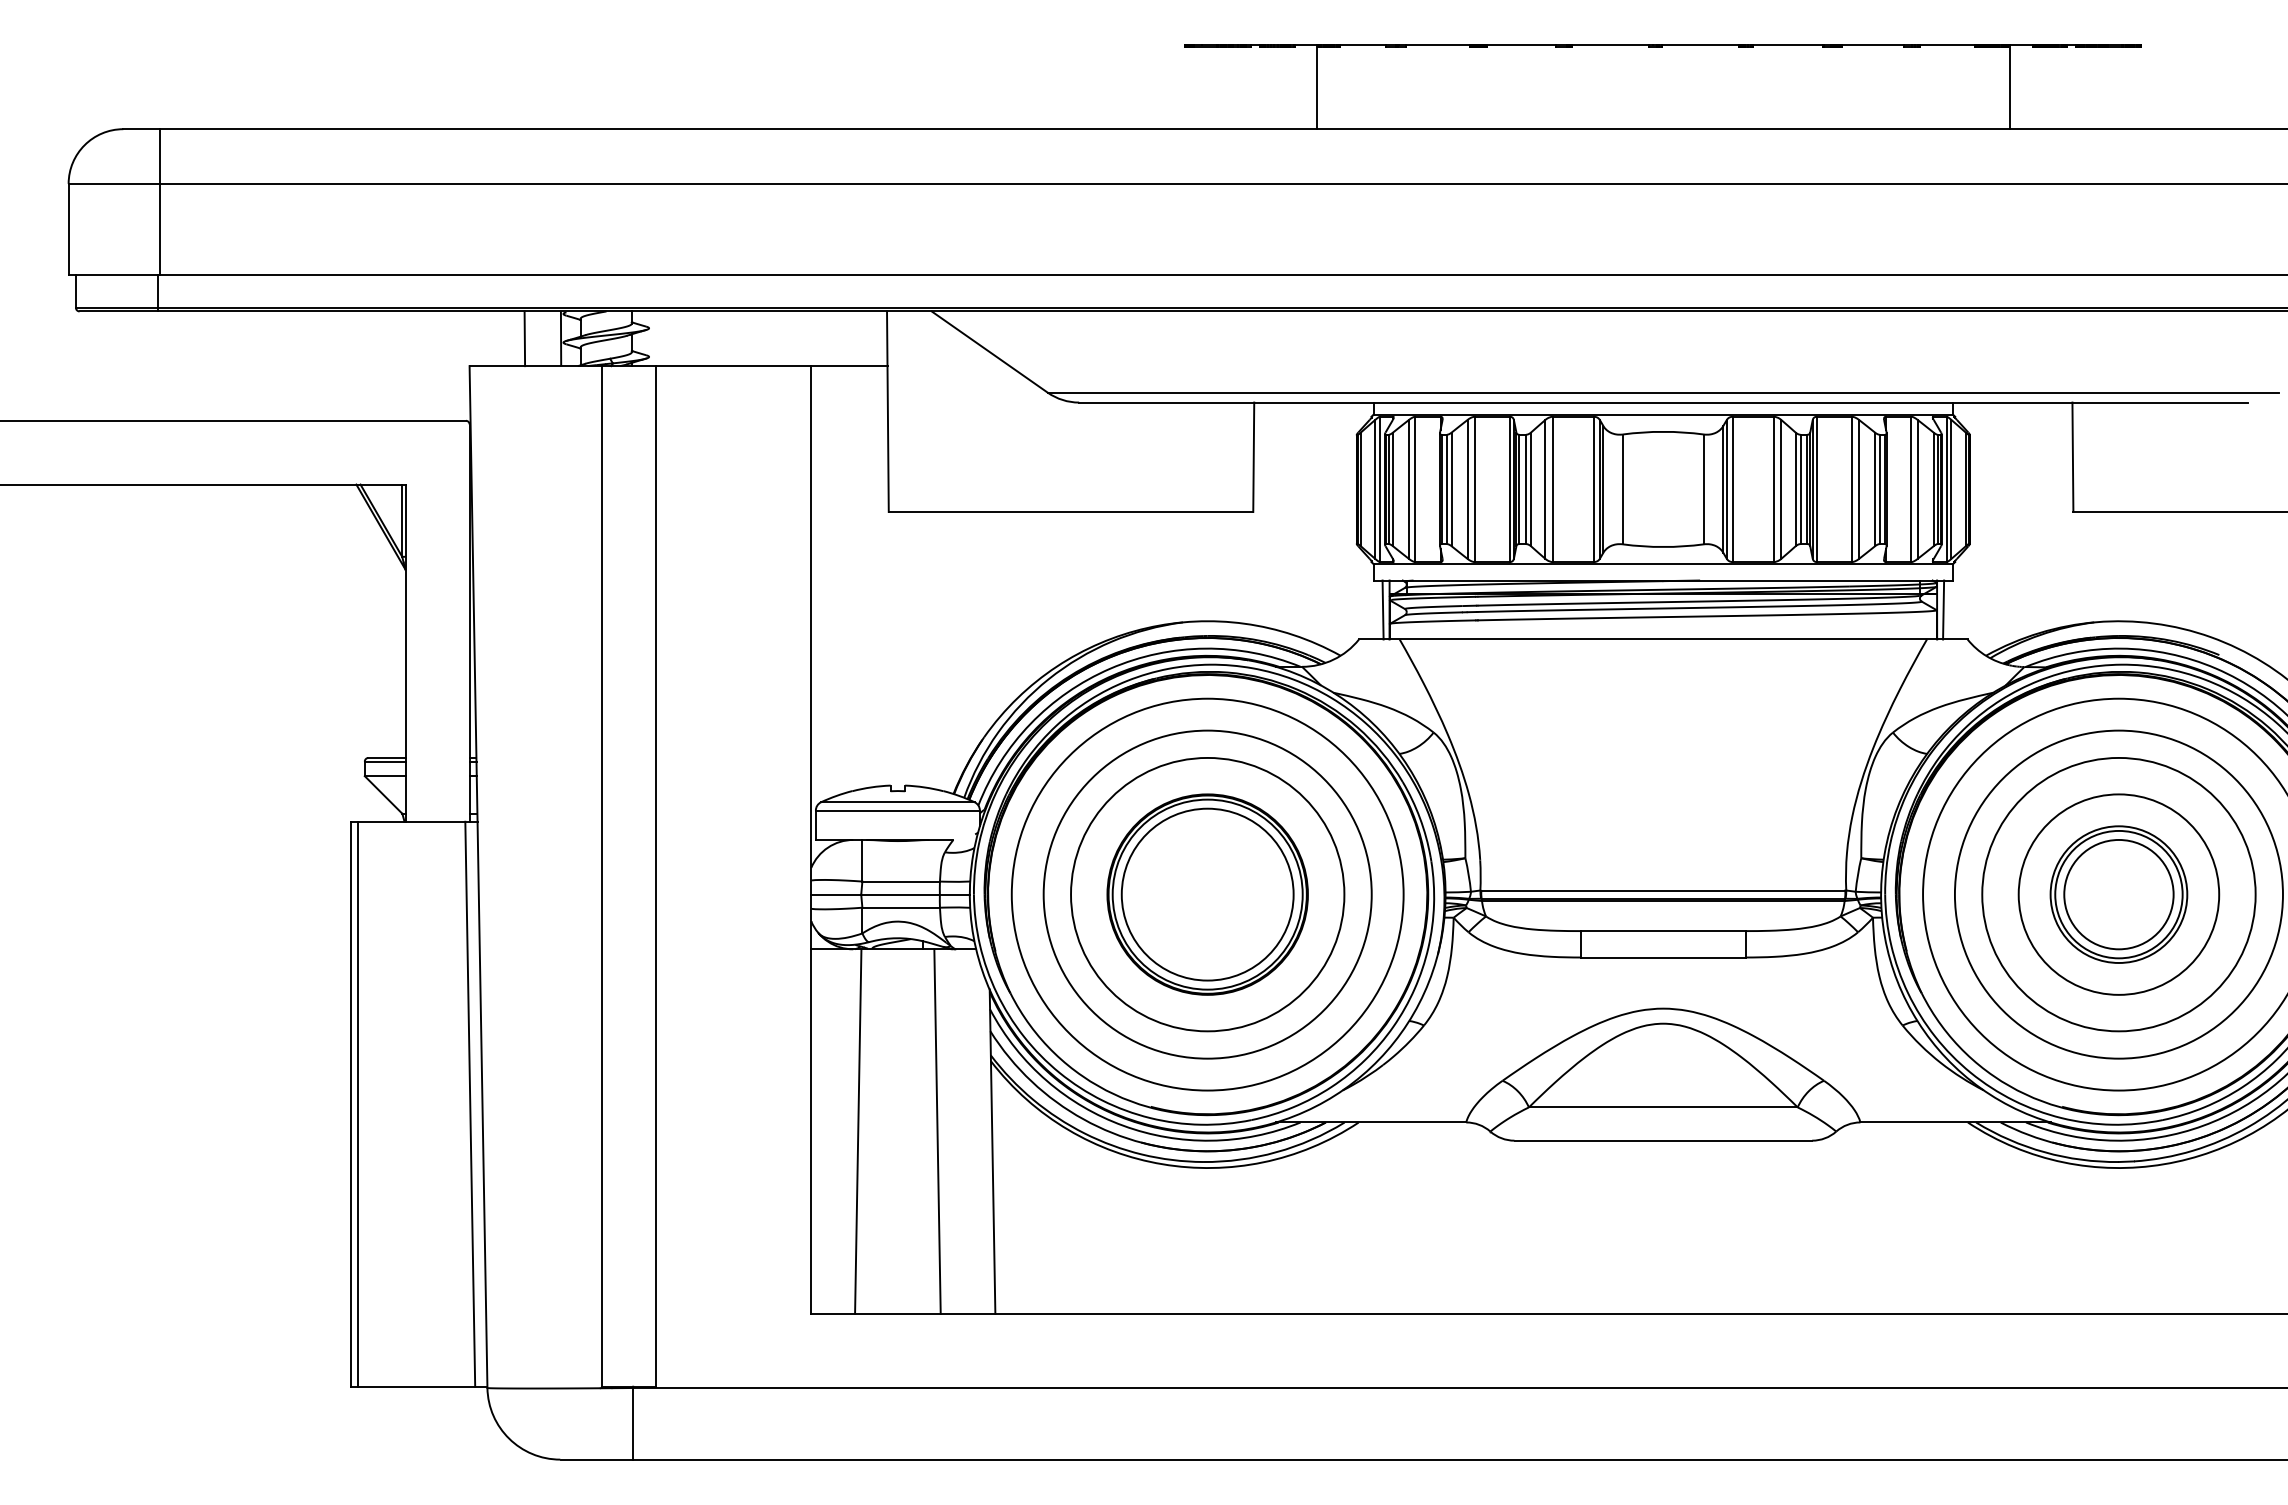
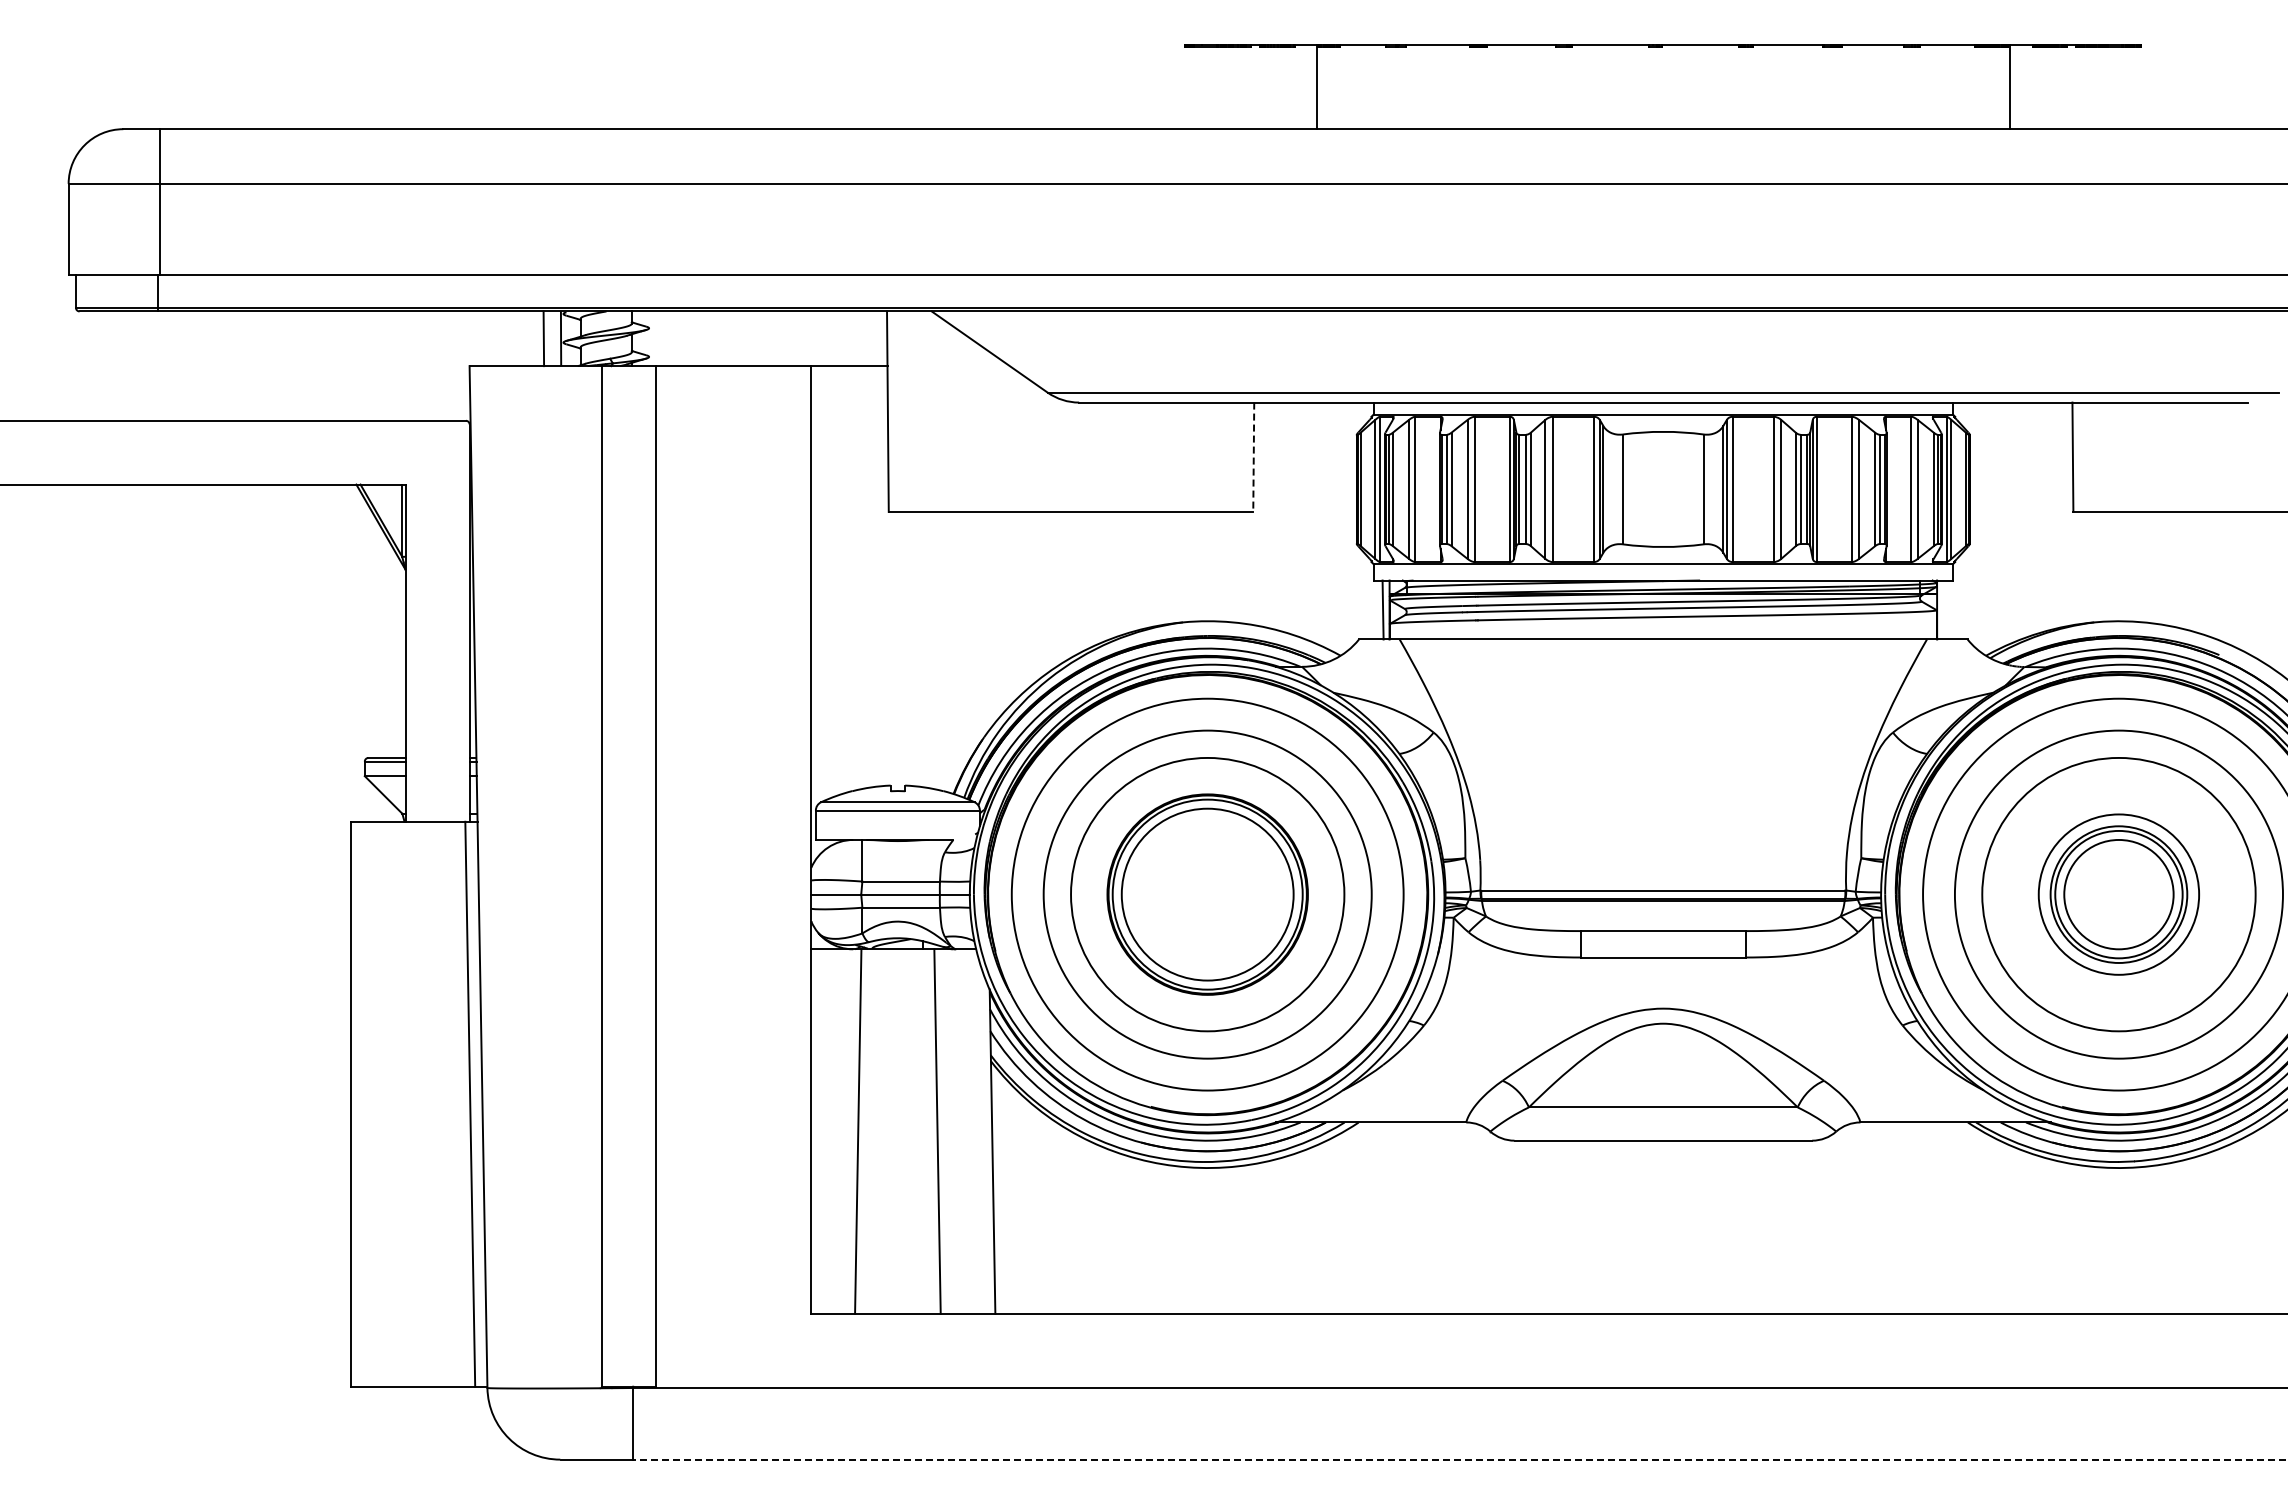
line at (524, 338) position: (524, 338) -> (543, 338)
line at (1253, 457): solid -> dashed
line at (1943, 609): present -> none
circle at (2118, 894) diameter: 200 px -> 160 px
line at (358, 1103): present -> none
line at (1459, 1459): solid -> dashed
